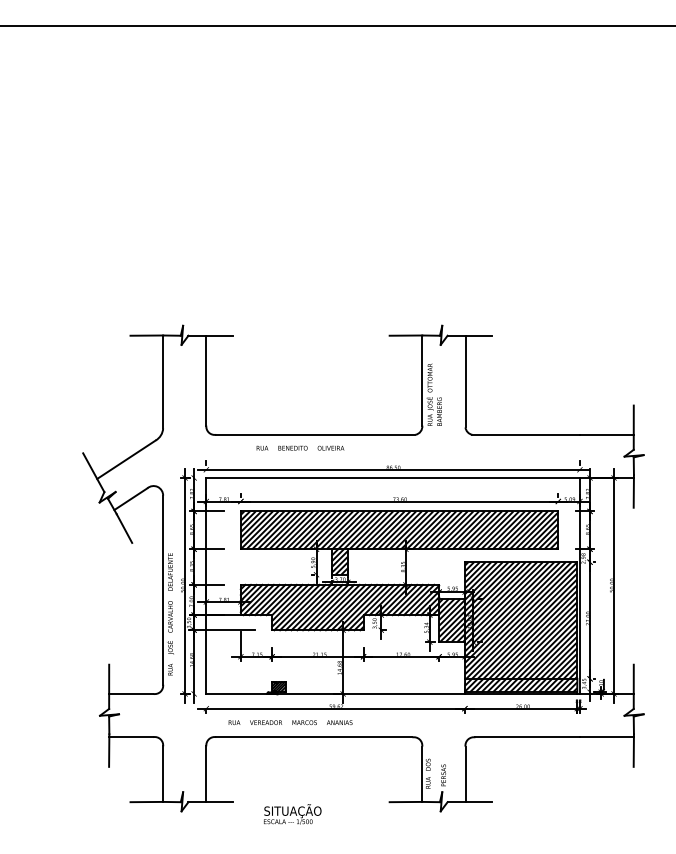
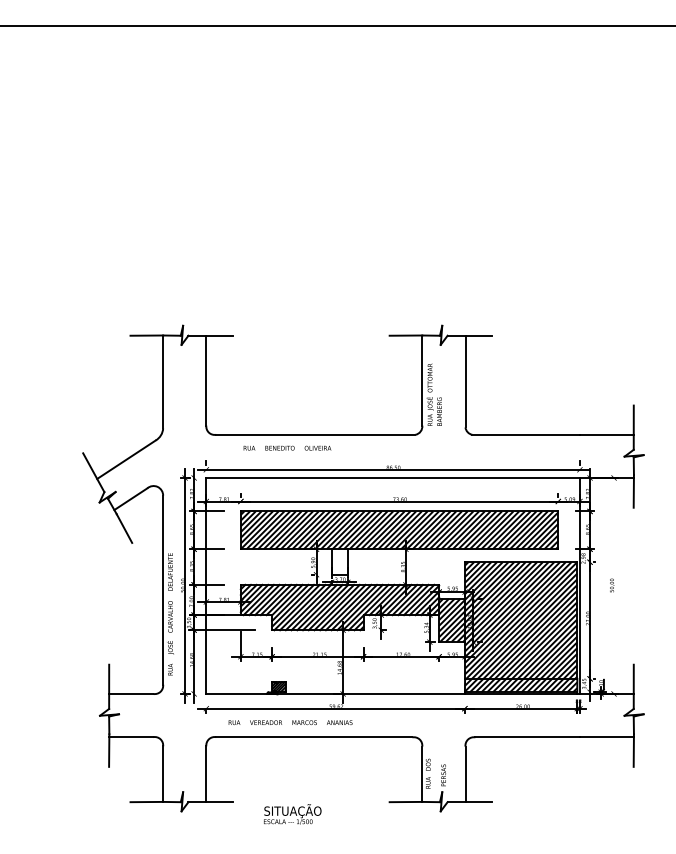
text at (300, 447) position: (300, 447) -> (287, 447)
hatch at (339, 561): present -> none
line at (614, 585): present -> none
